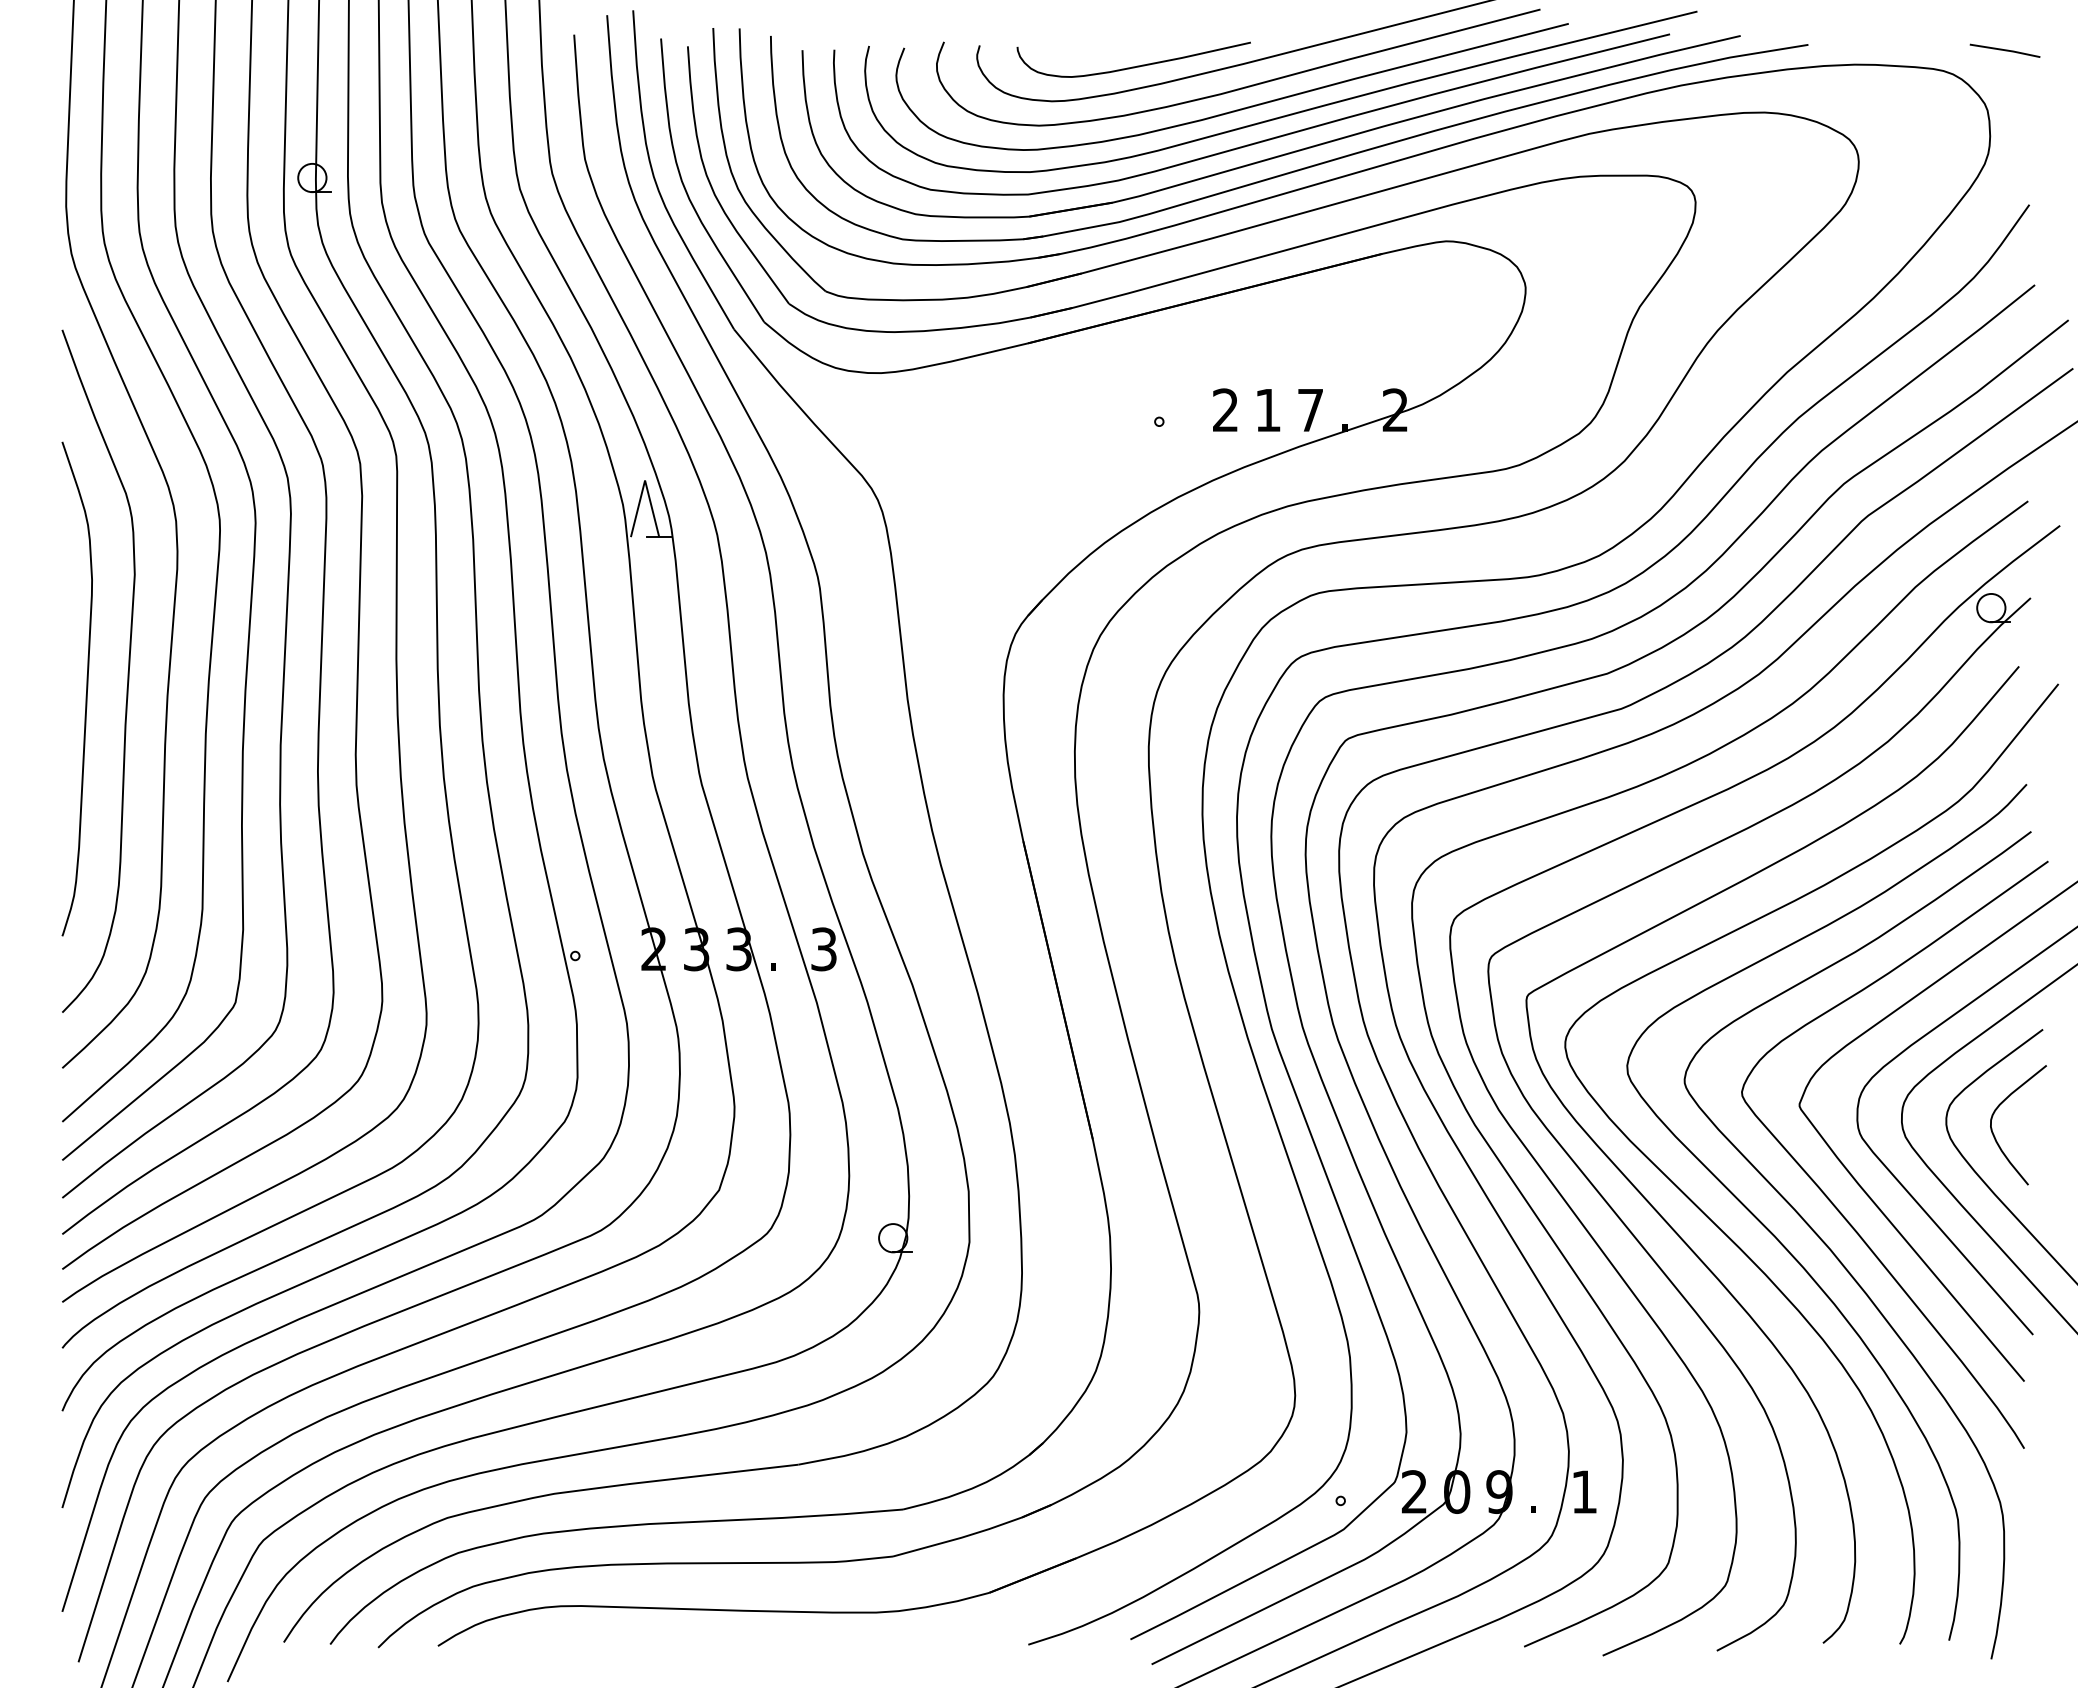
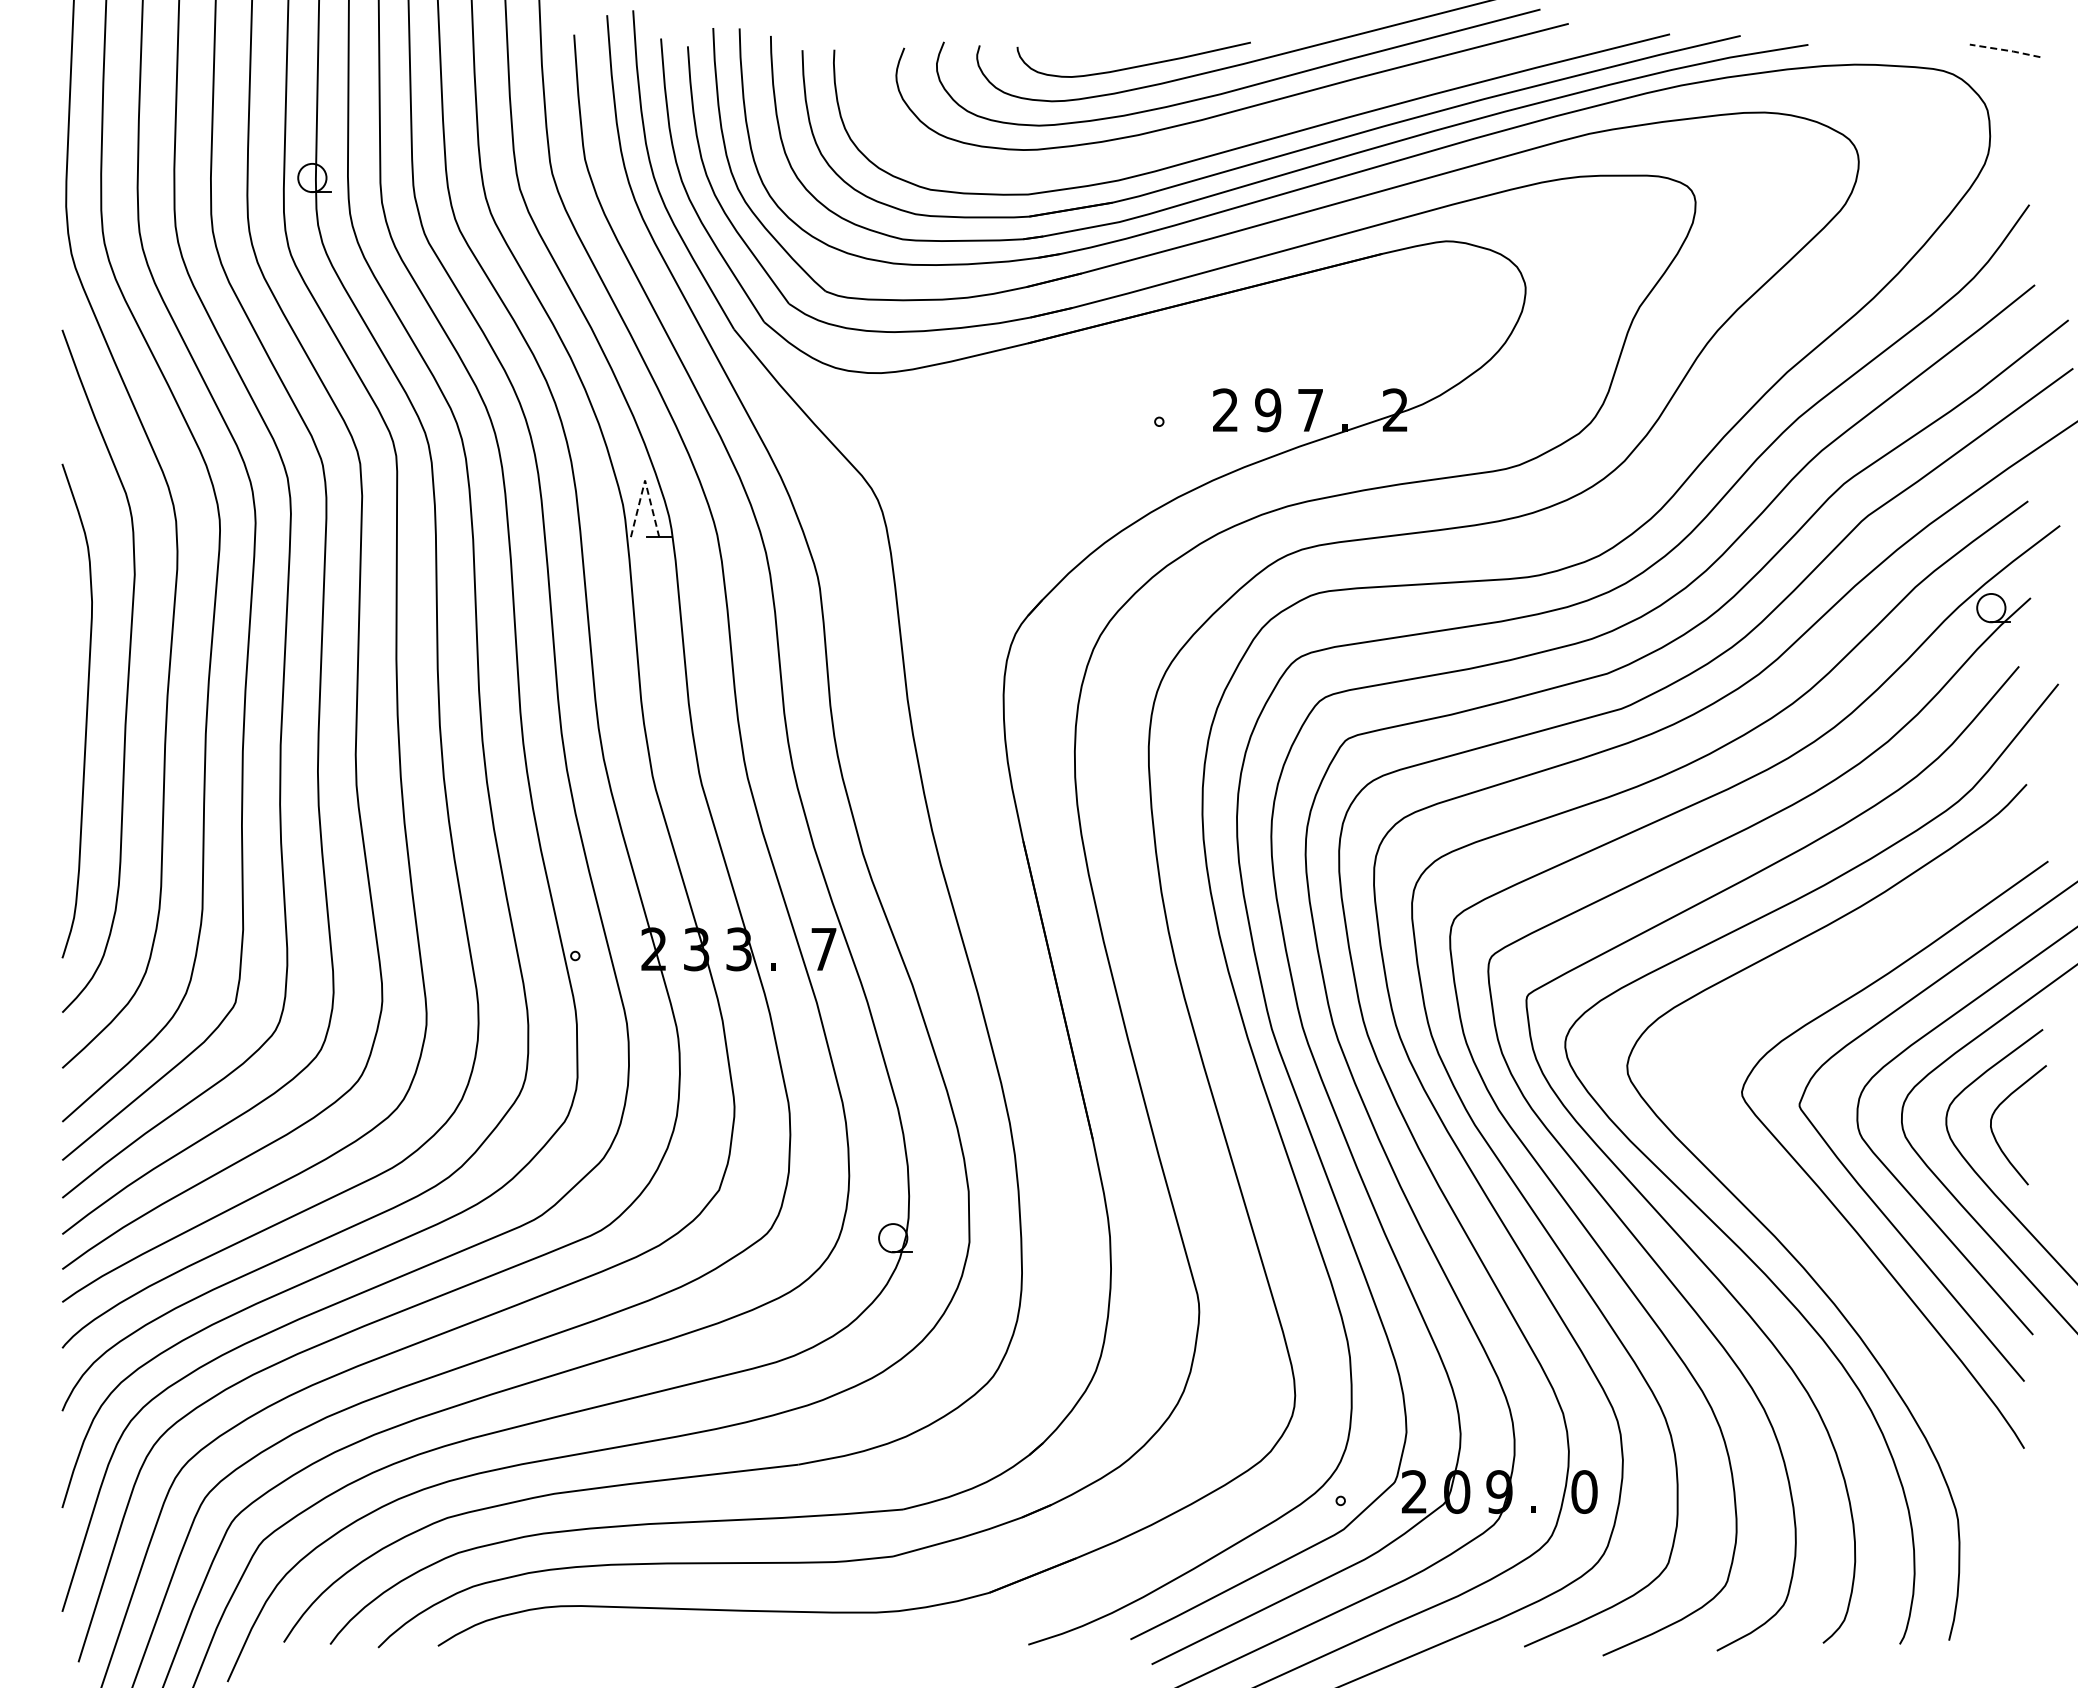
line at (2005, 50): solid -> dashed
curve at (1286, 114): present -> none
text at (1268, 410): 1 -> 9
line at (645, 480): solid -> dashed
curve at (86, 688) position: (86, 688) -> (86, 710)
text at (823, 949): 3 -> 7
curve at (1841, 1261): present -> none
text at (1584, 1491): 1 -> 0
